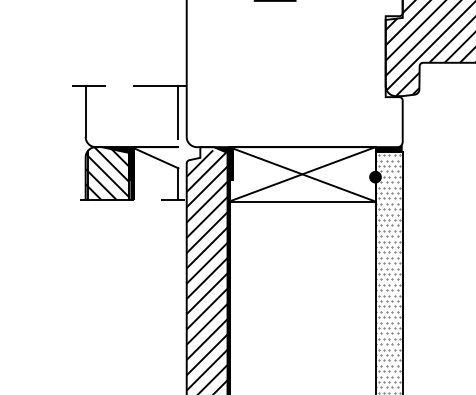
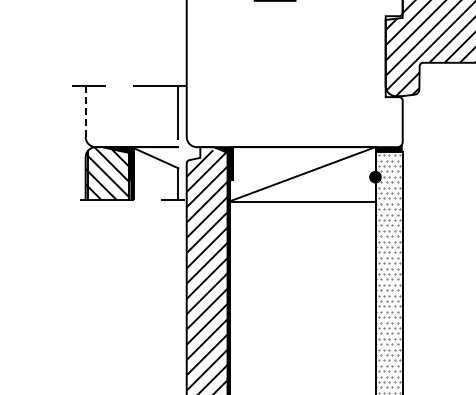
line at (85, 112): solid -> dashed
line at (302, 174): present -> none
